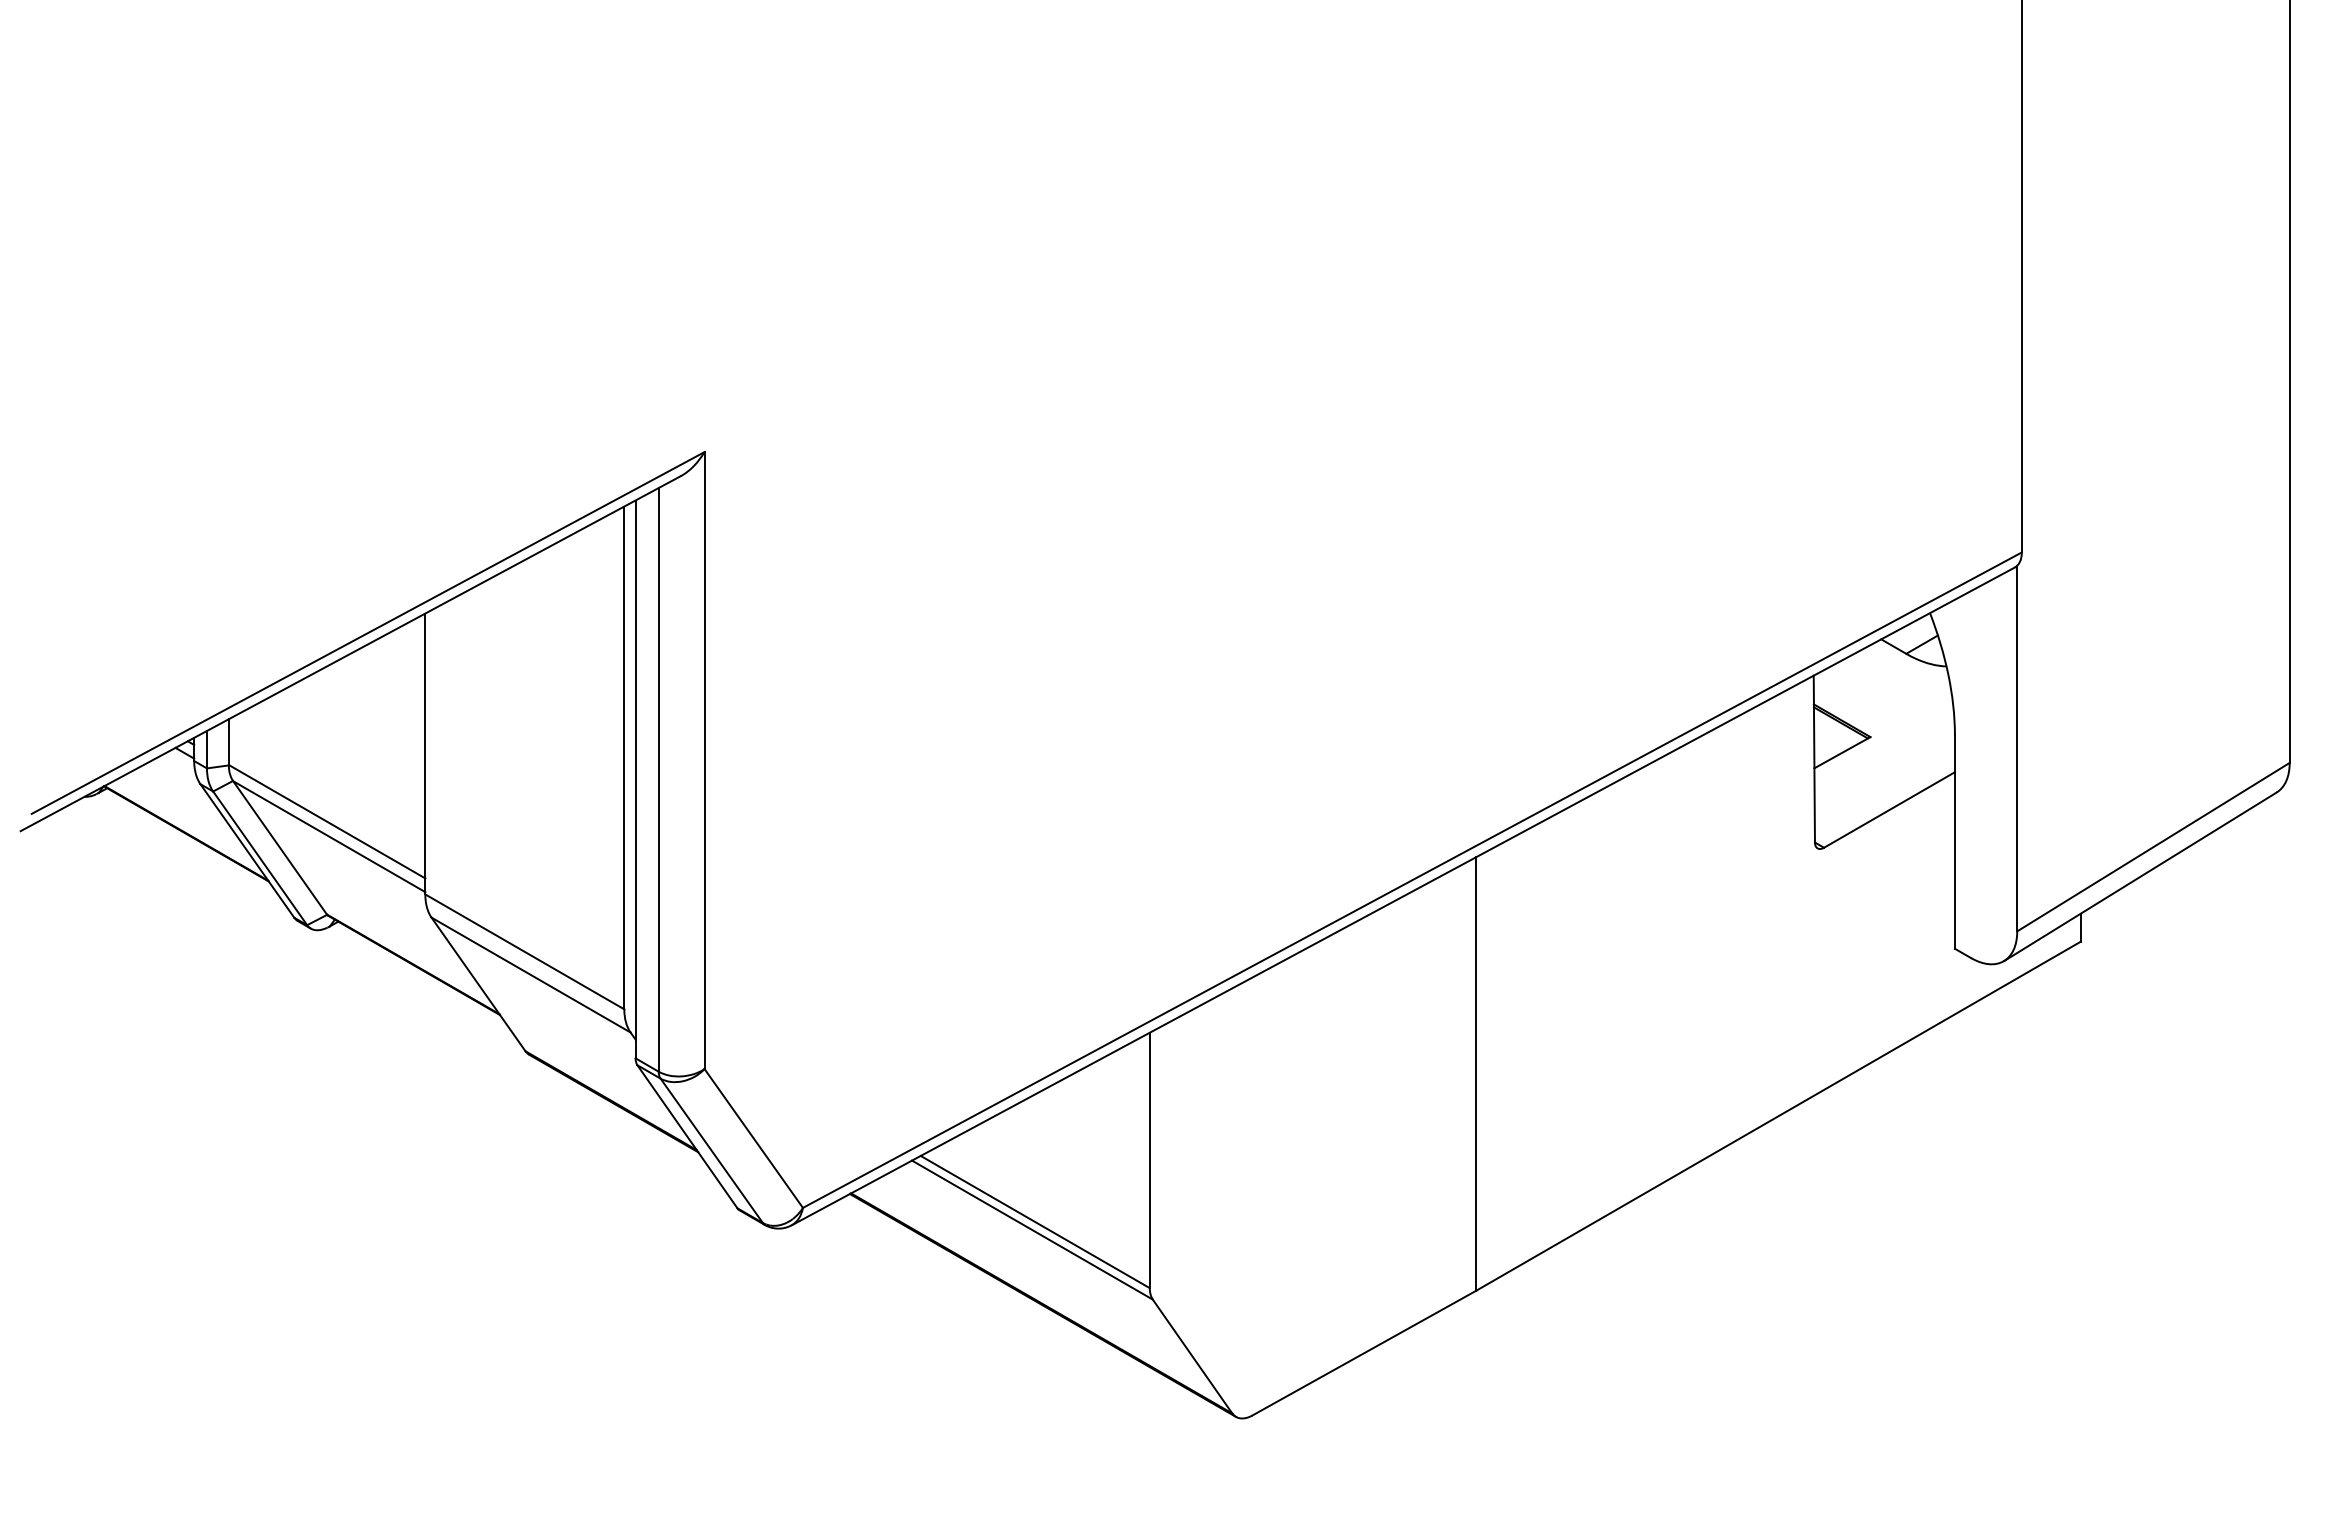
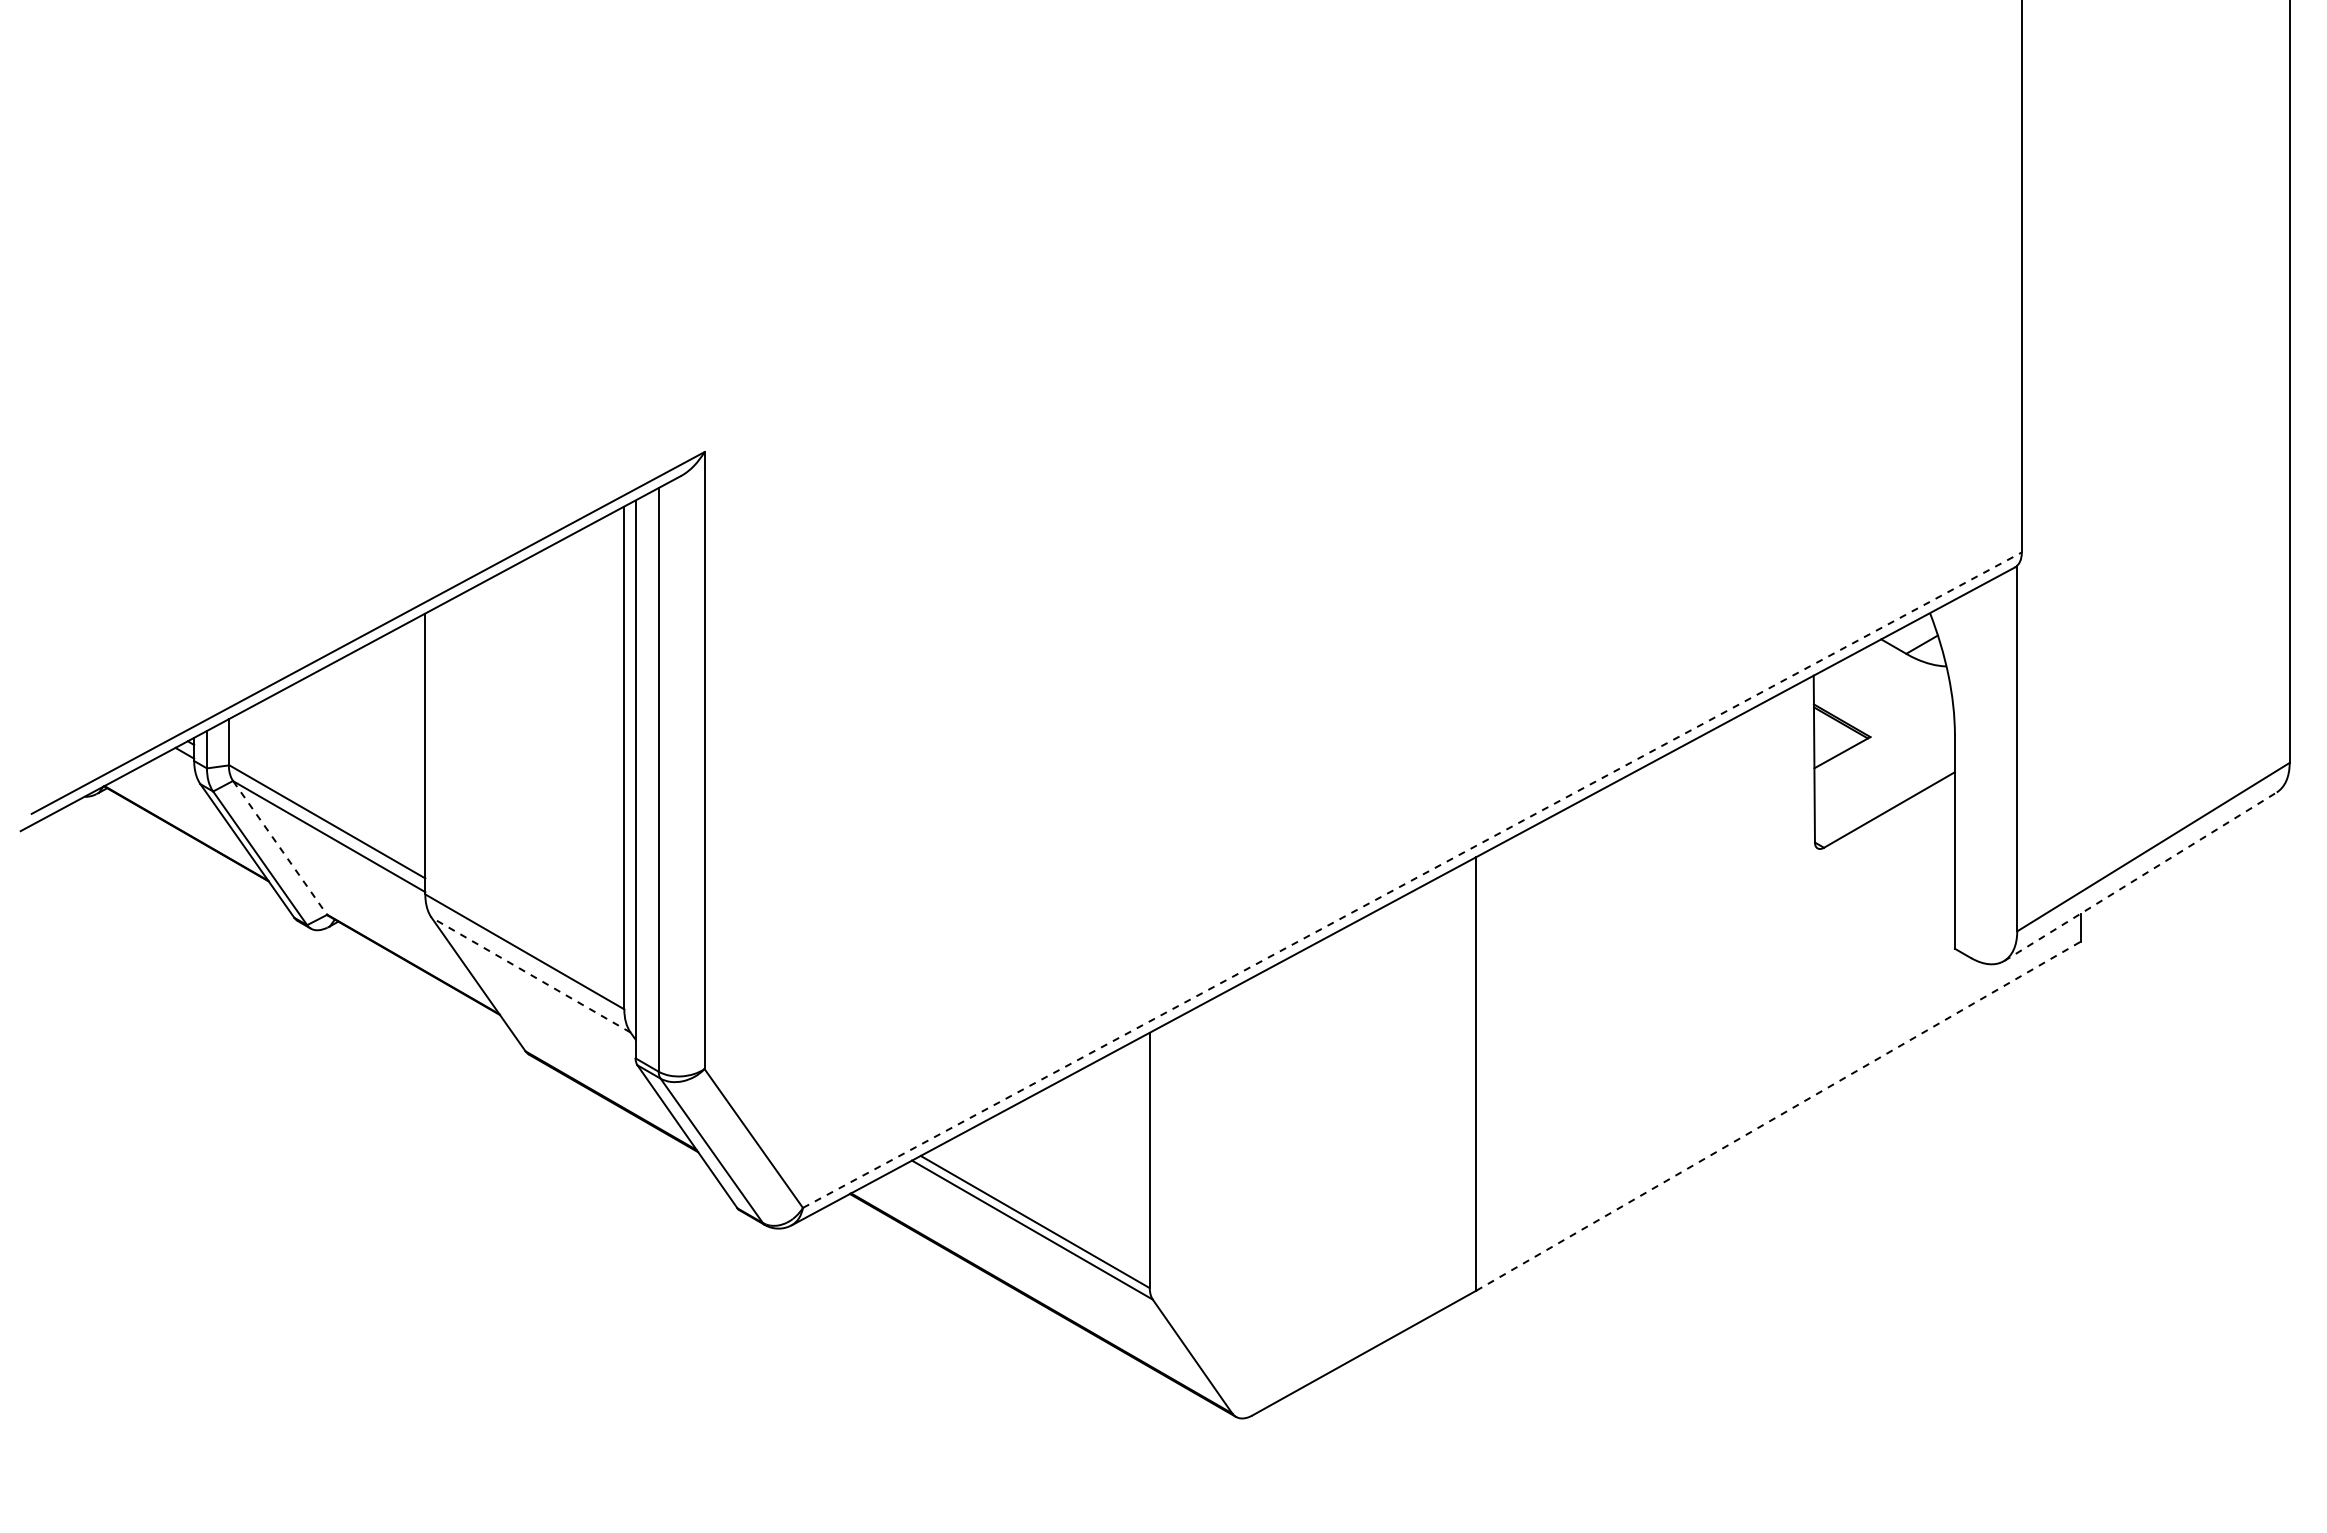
line at (280, 847): solid -> dashed
line at (2140, 876): solid -> dashed
line at (1412, 880): solid -> dashed
line at (531, 975): solid -> dashed
line at (1779, 1115): solid -> dashed
